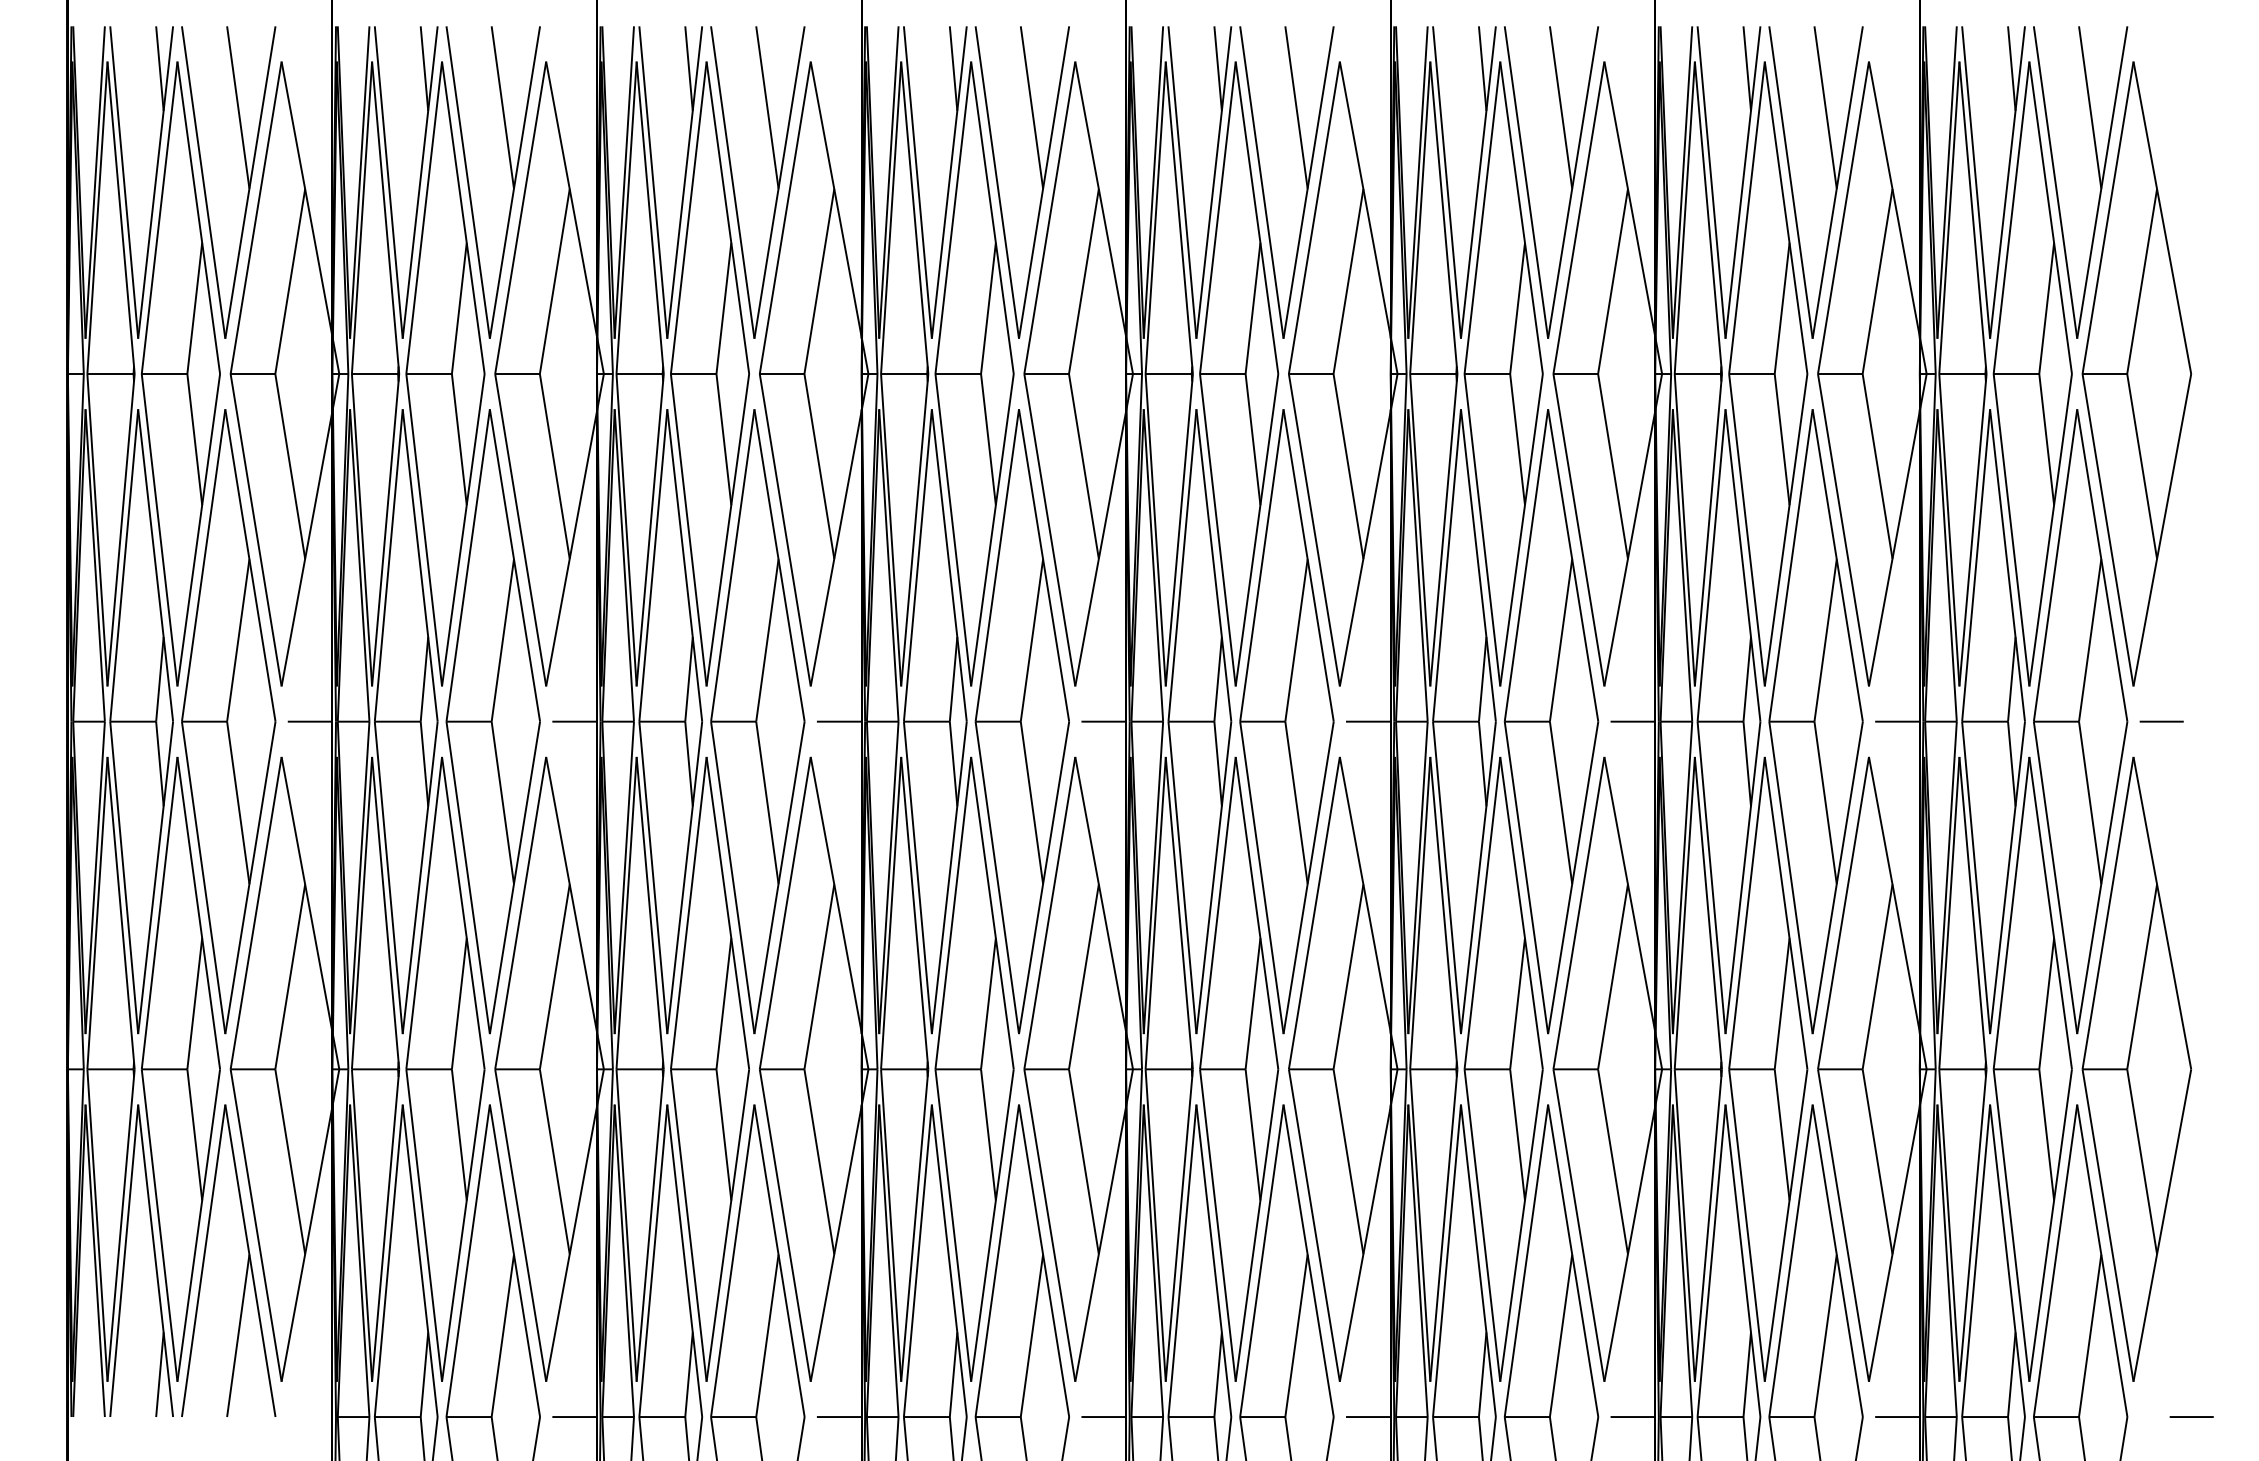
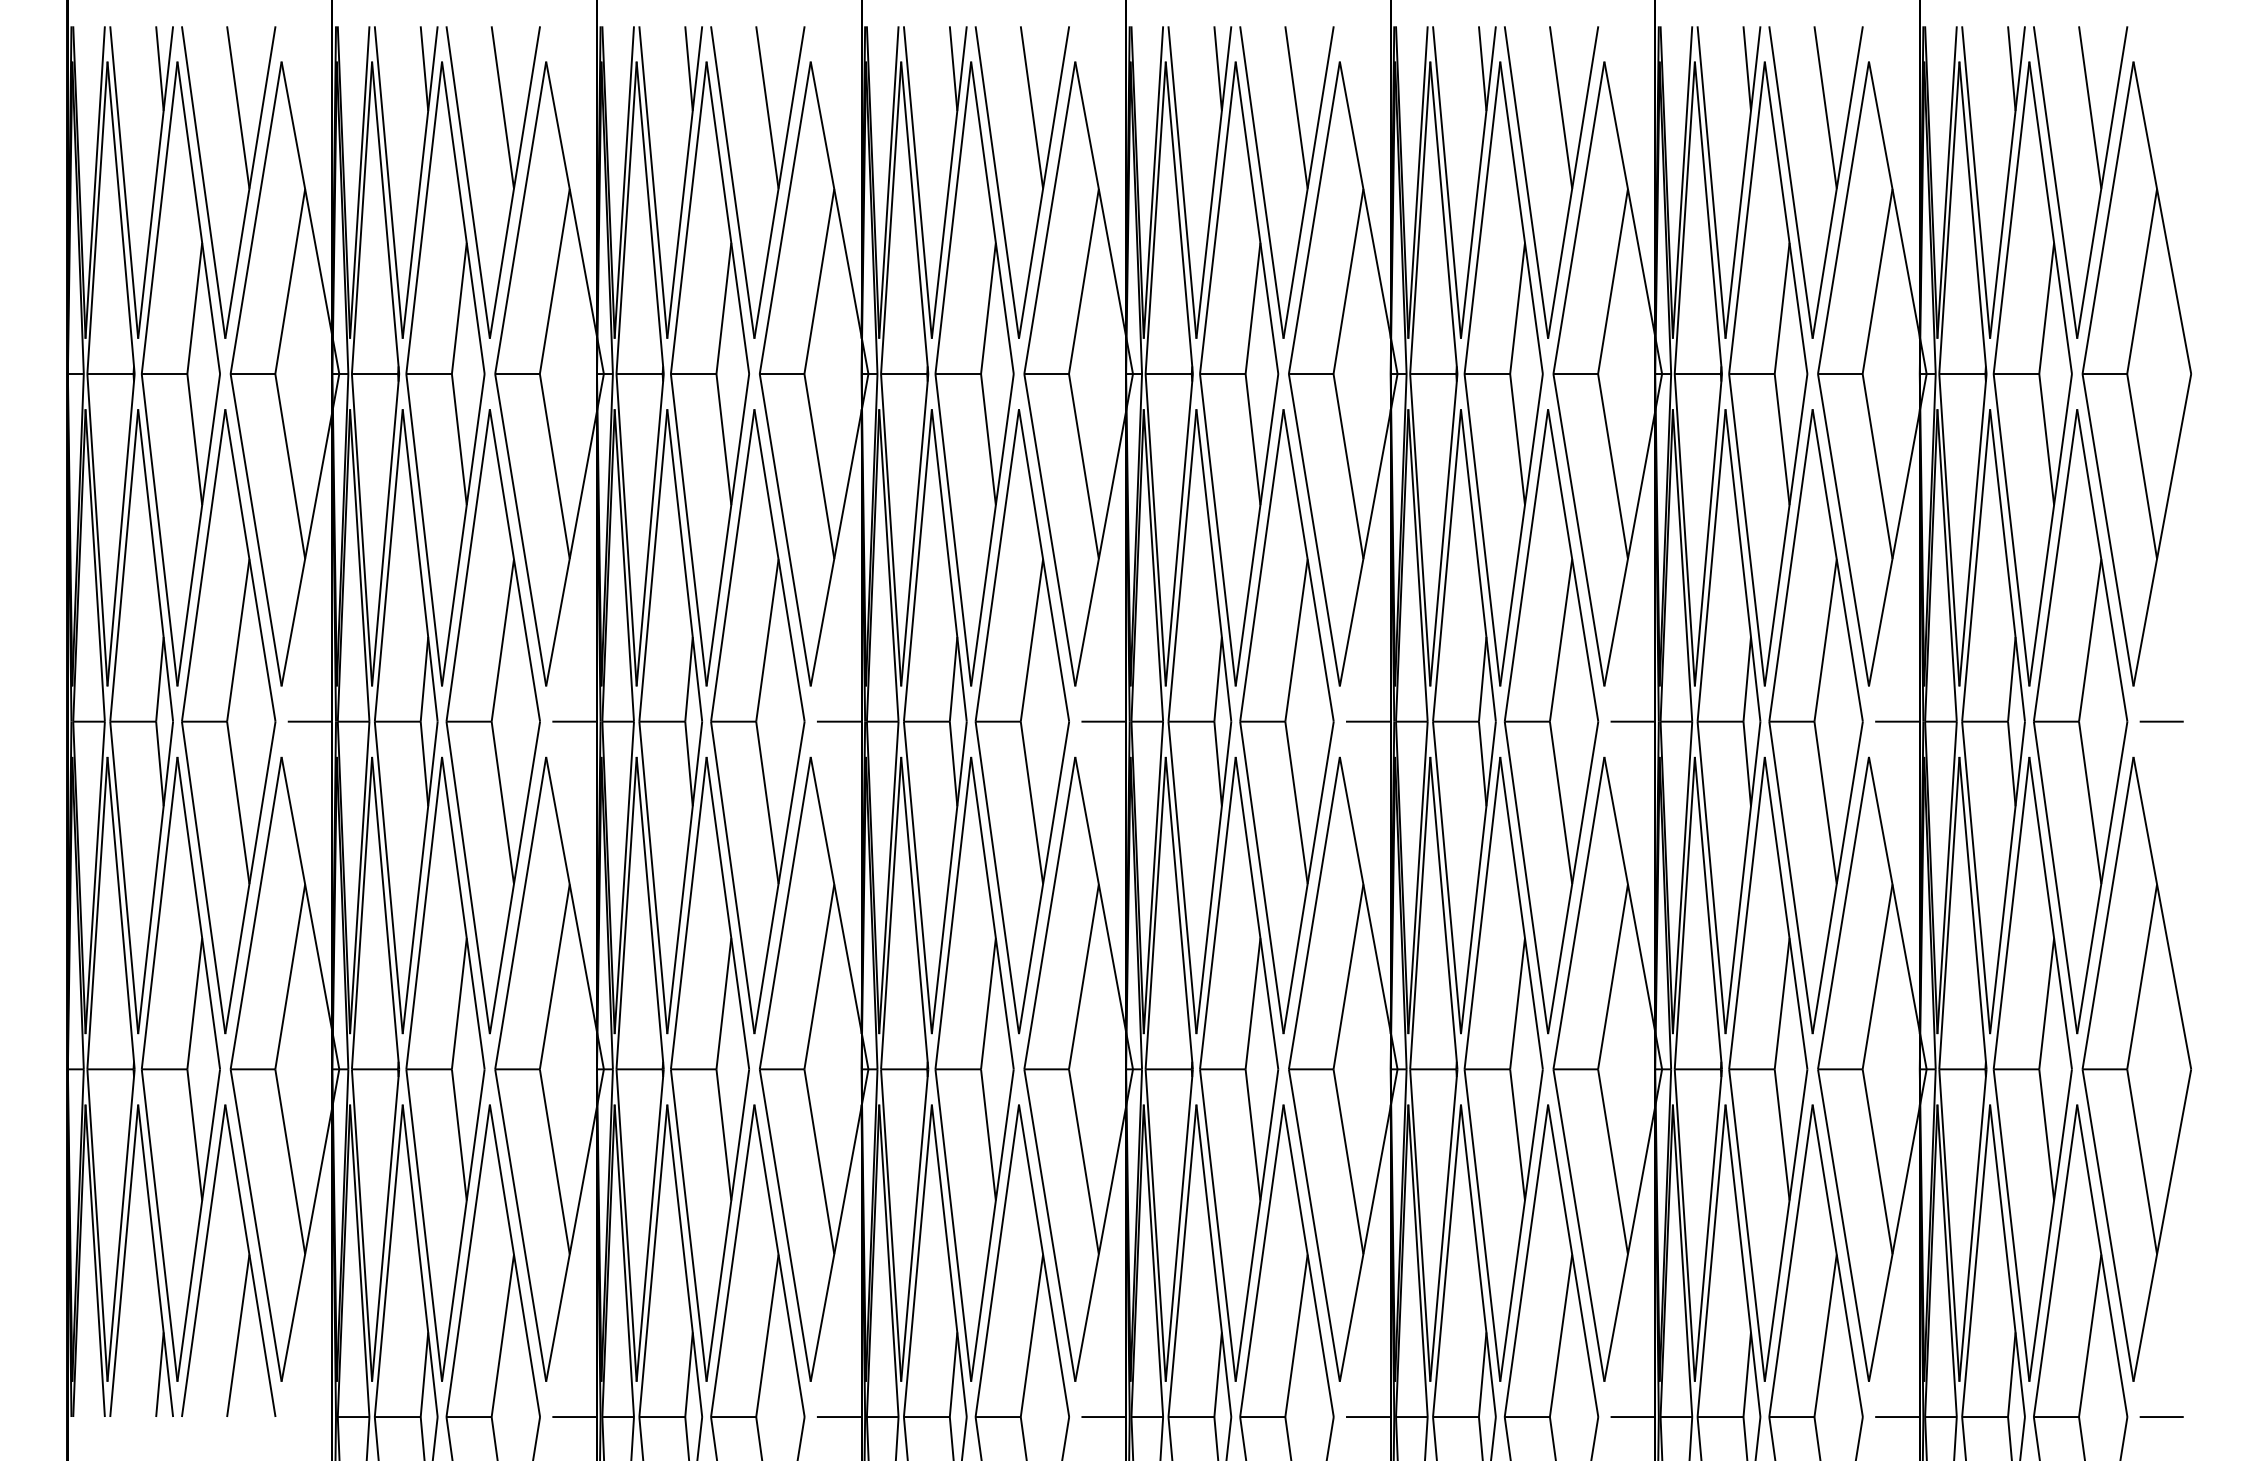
line at (2191, 1416) position: (2191, 1416) -> (2161, 1416)
